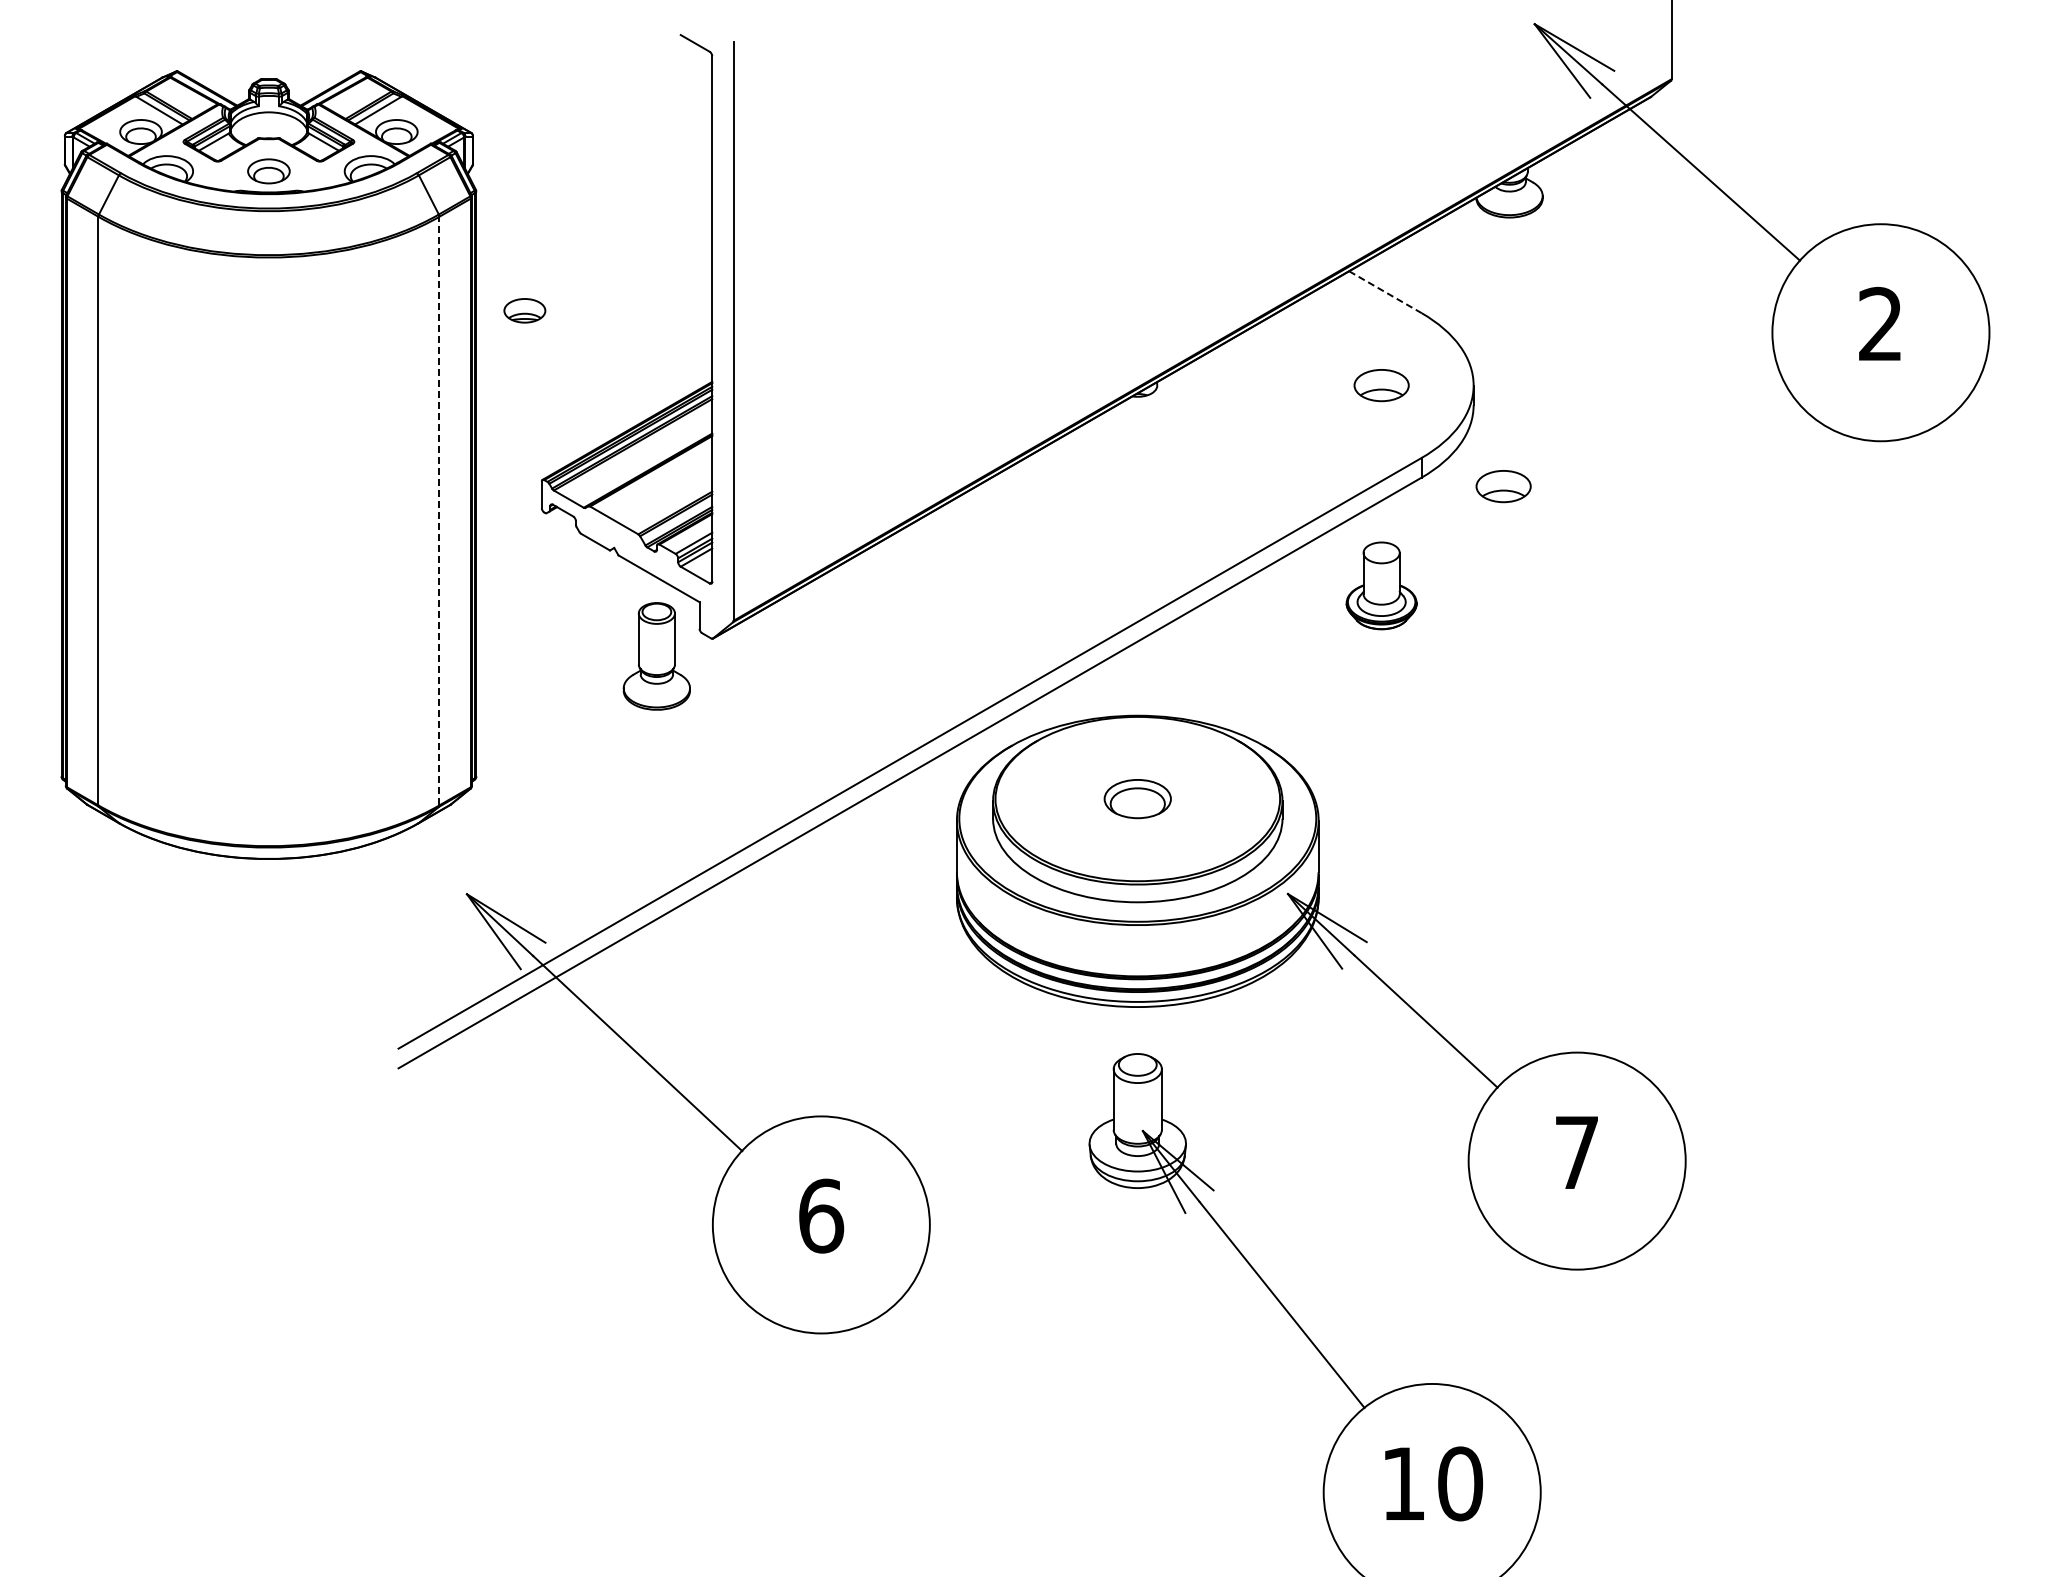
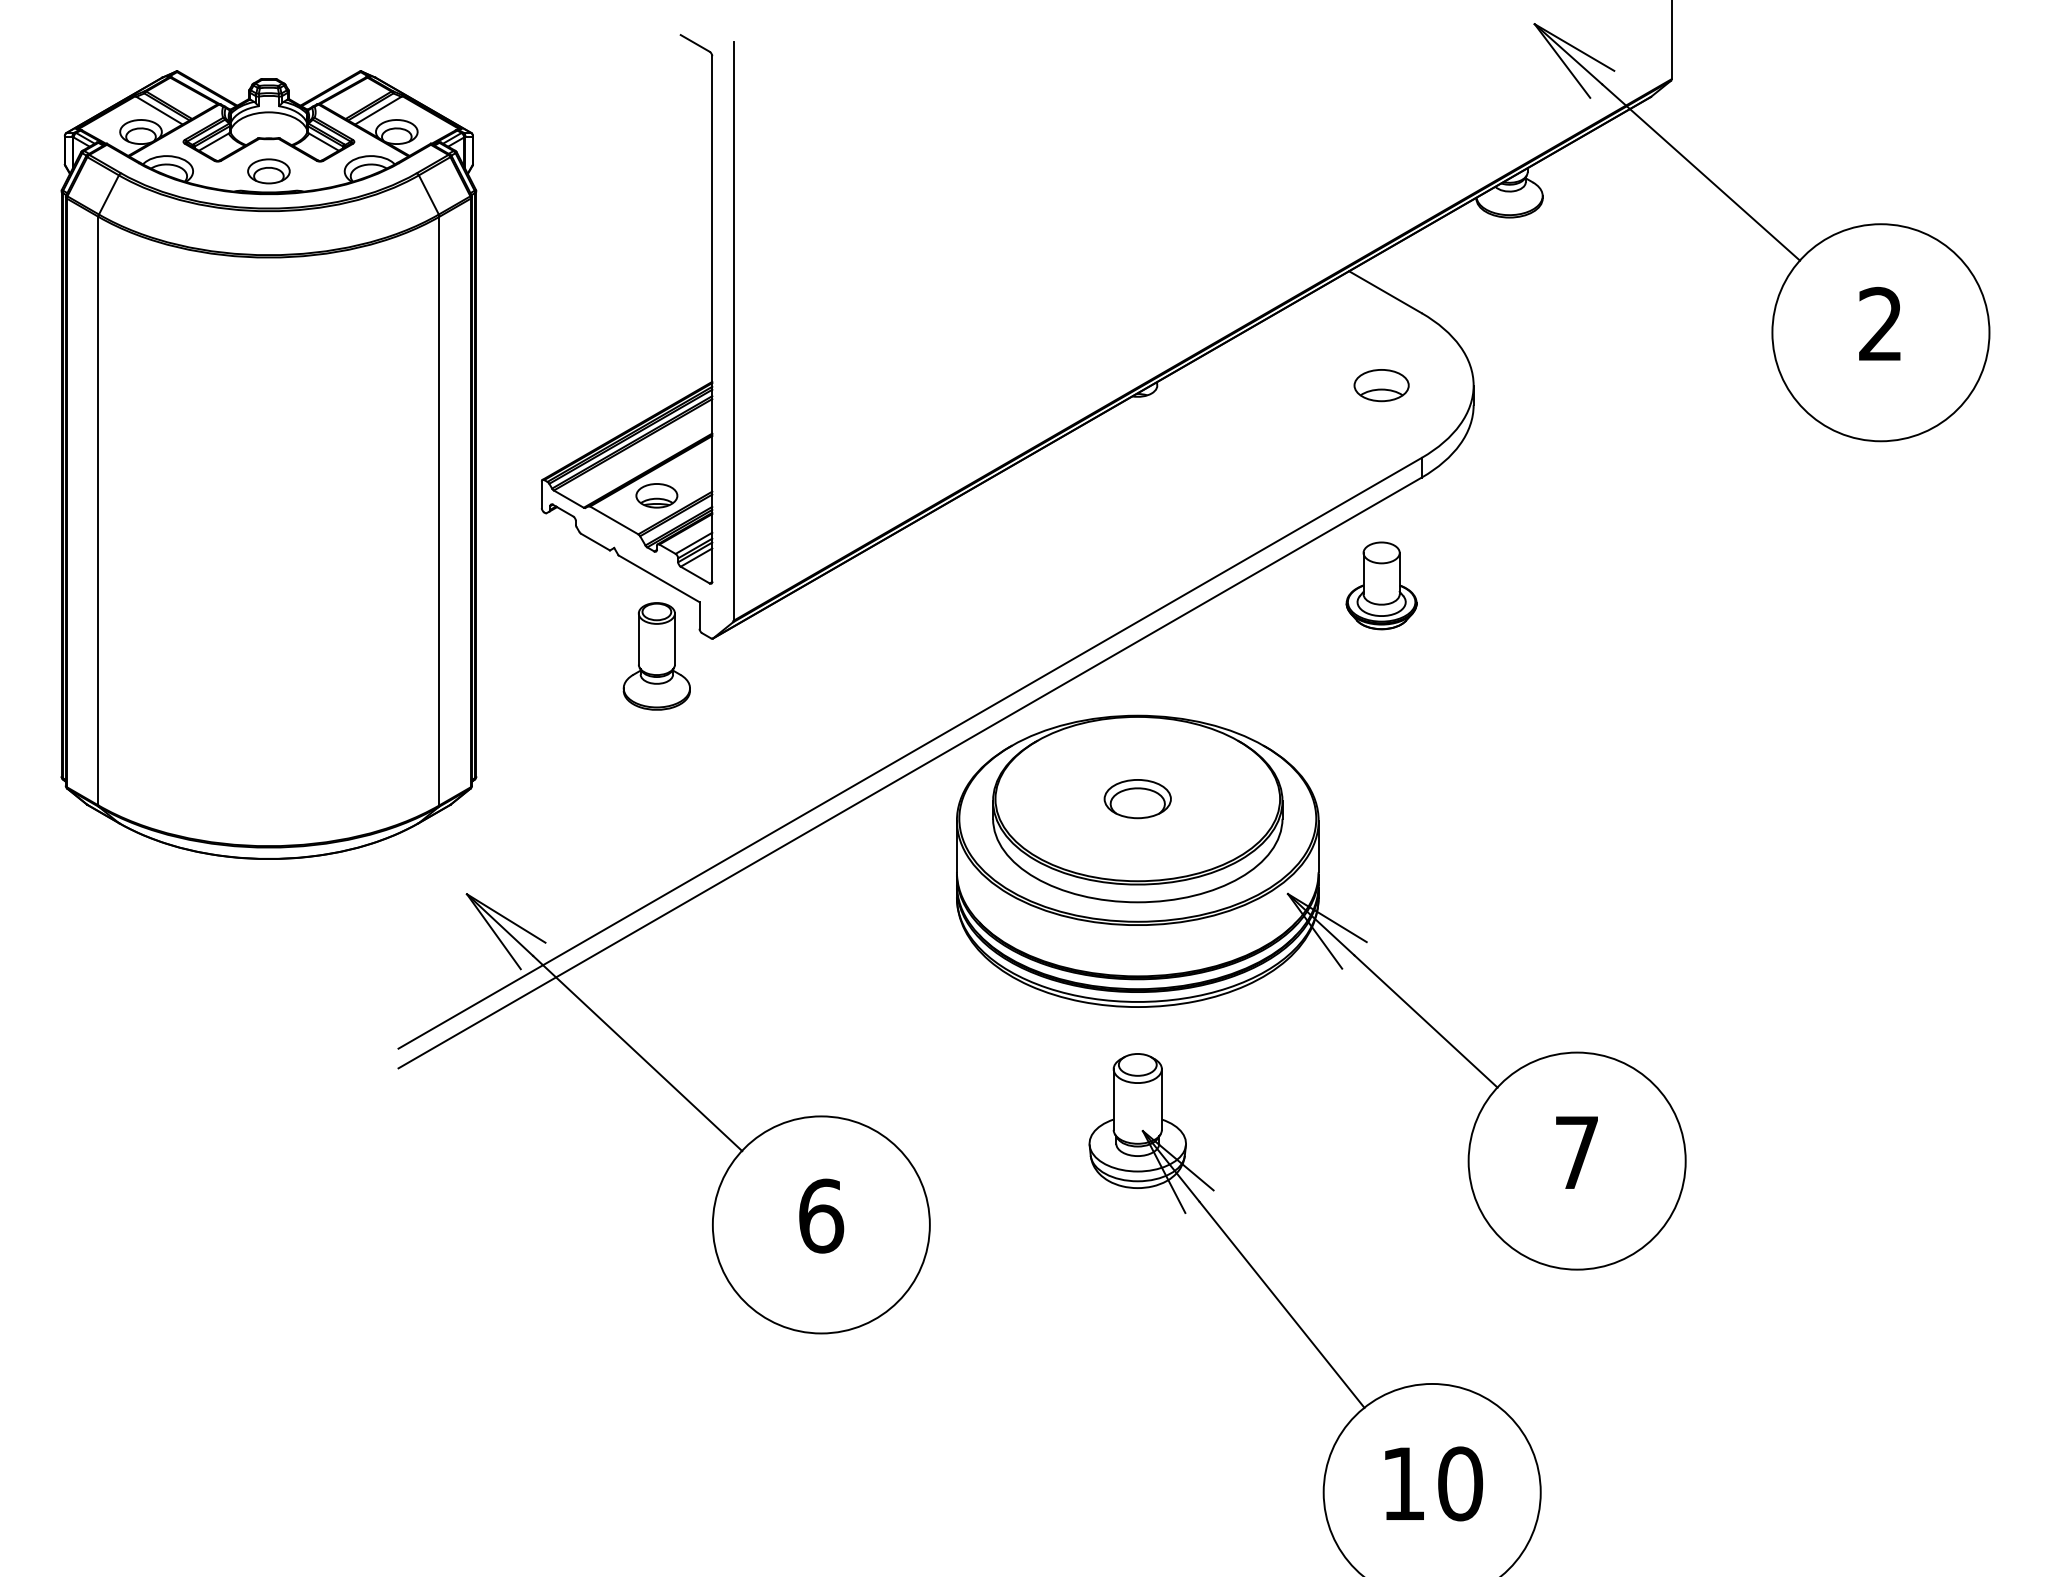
line at (1385, 292): dashed -> solid
part at (524, 310) position: (524, 310) -> (656, 495)
part at (1503, 486): present -> none
line at (439, 510): dashed -> solid
